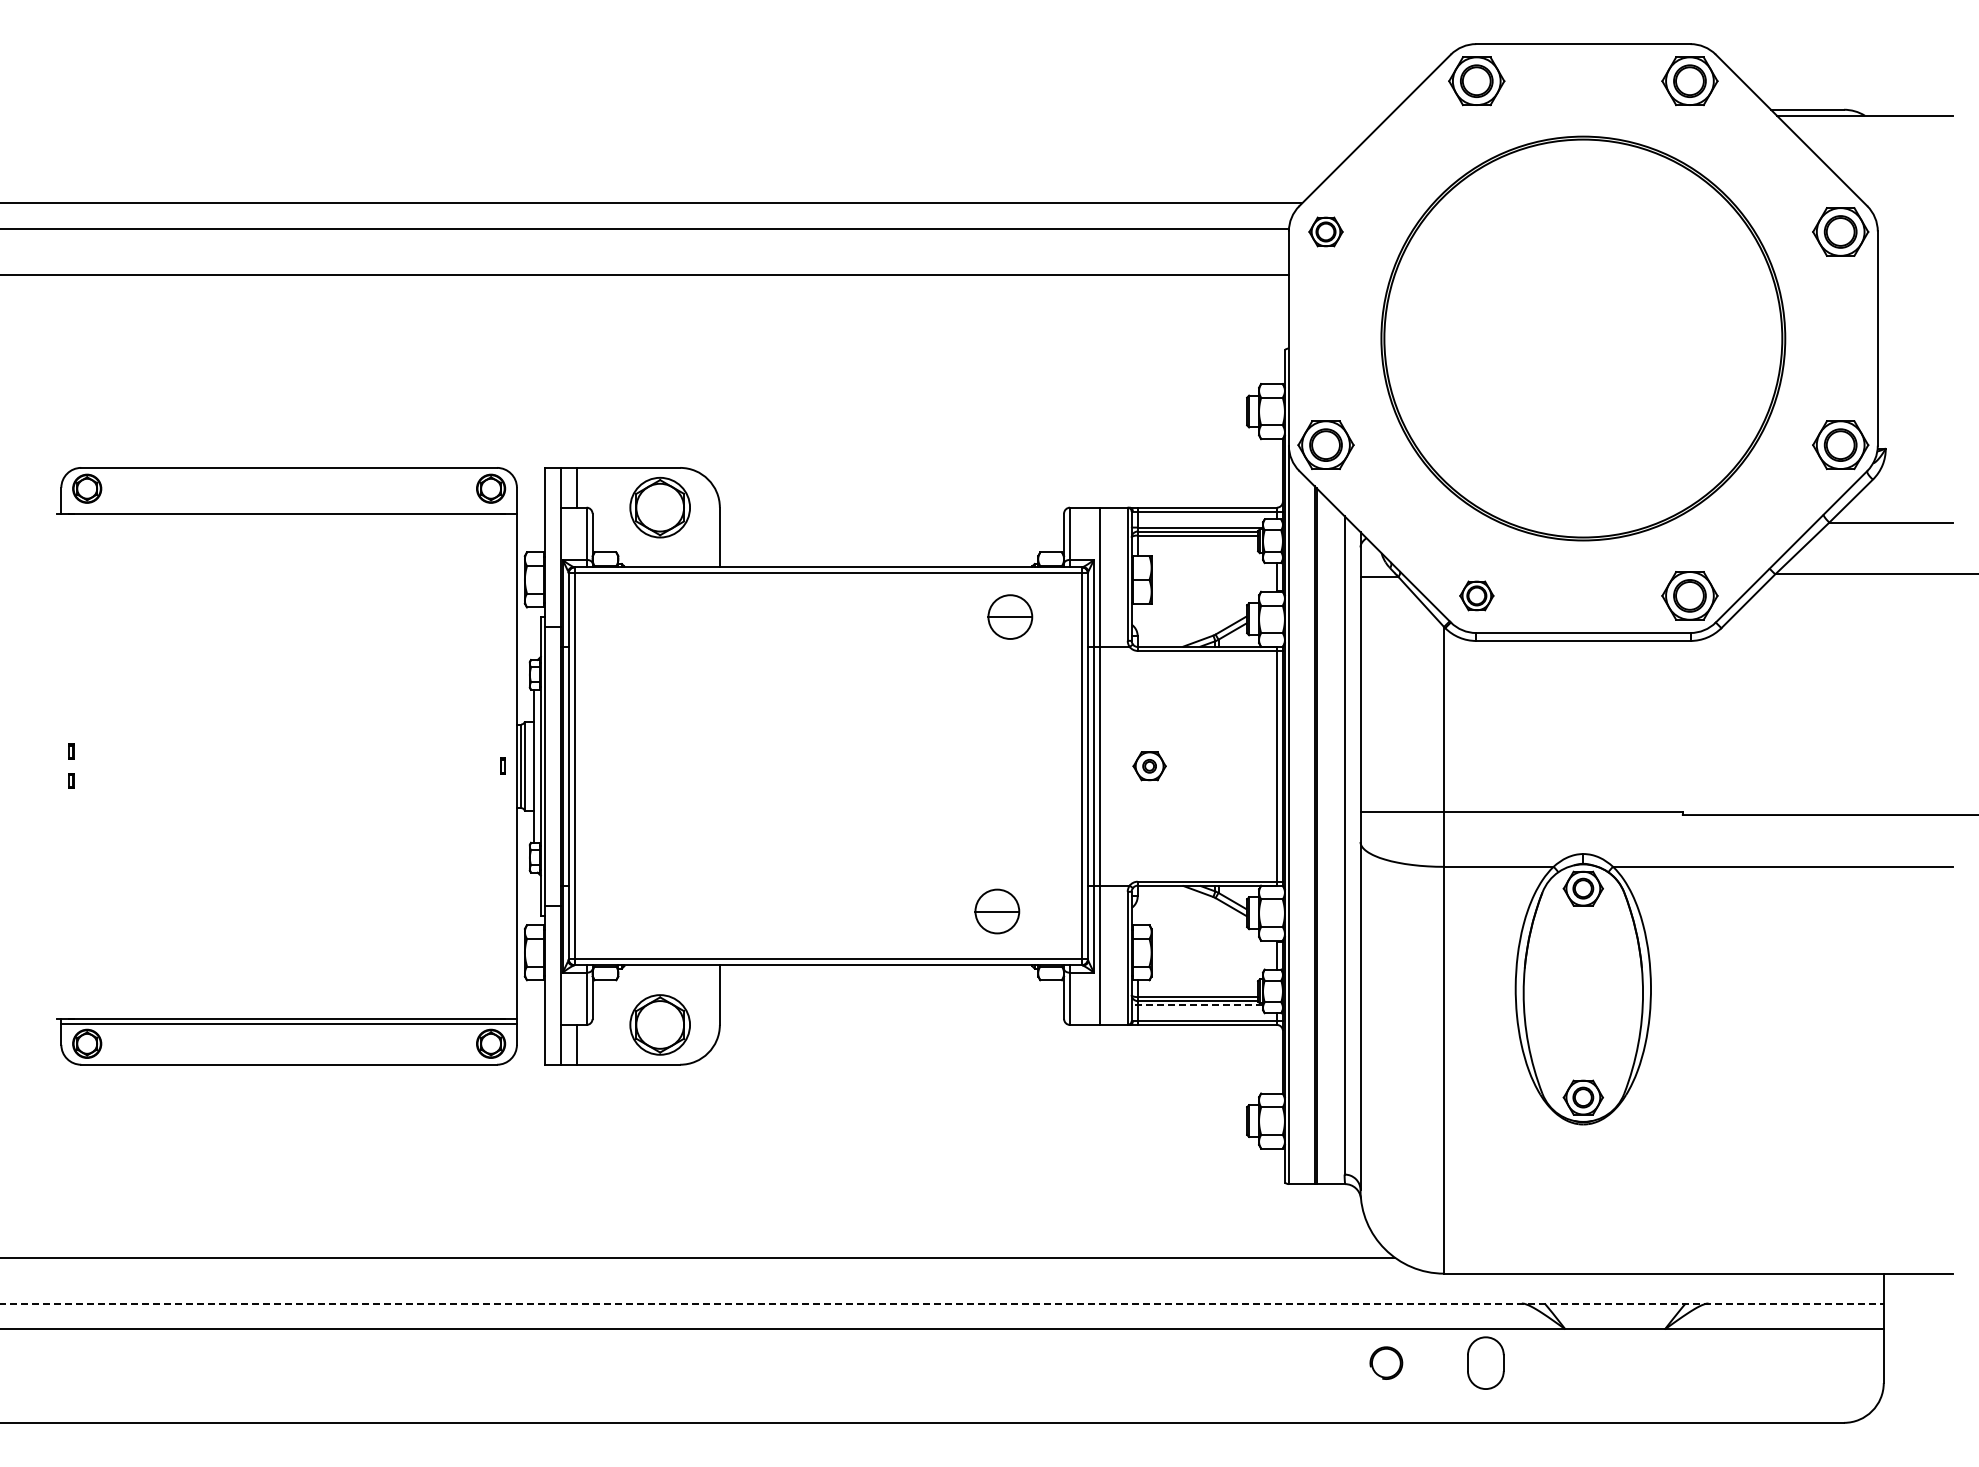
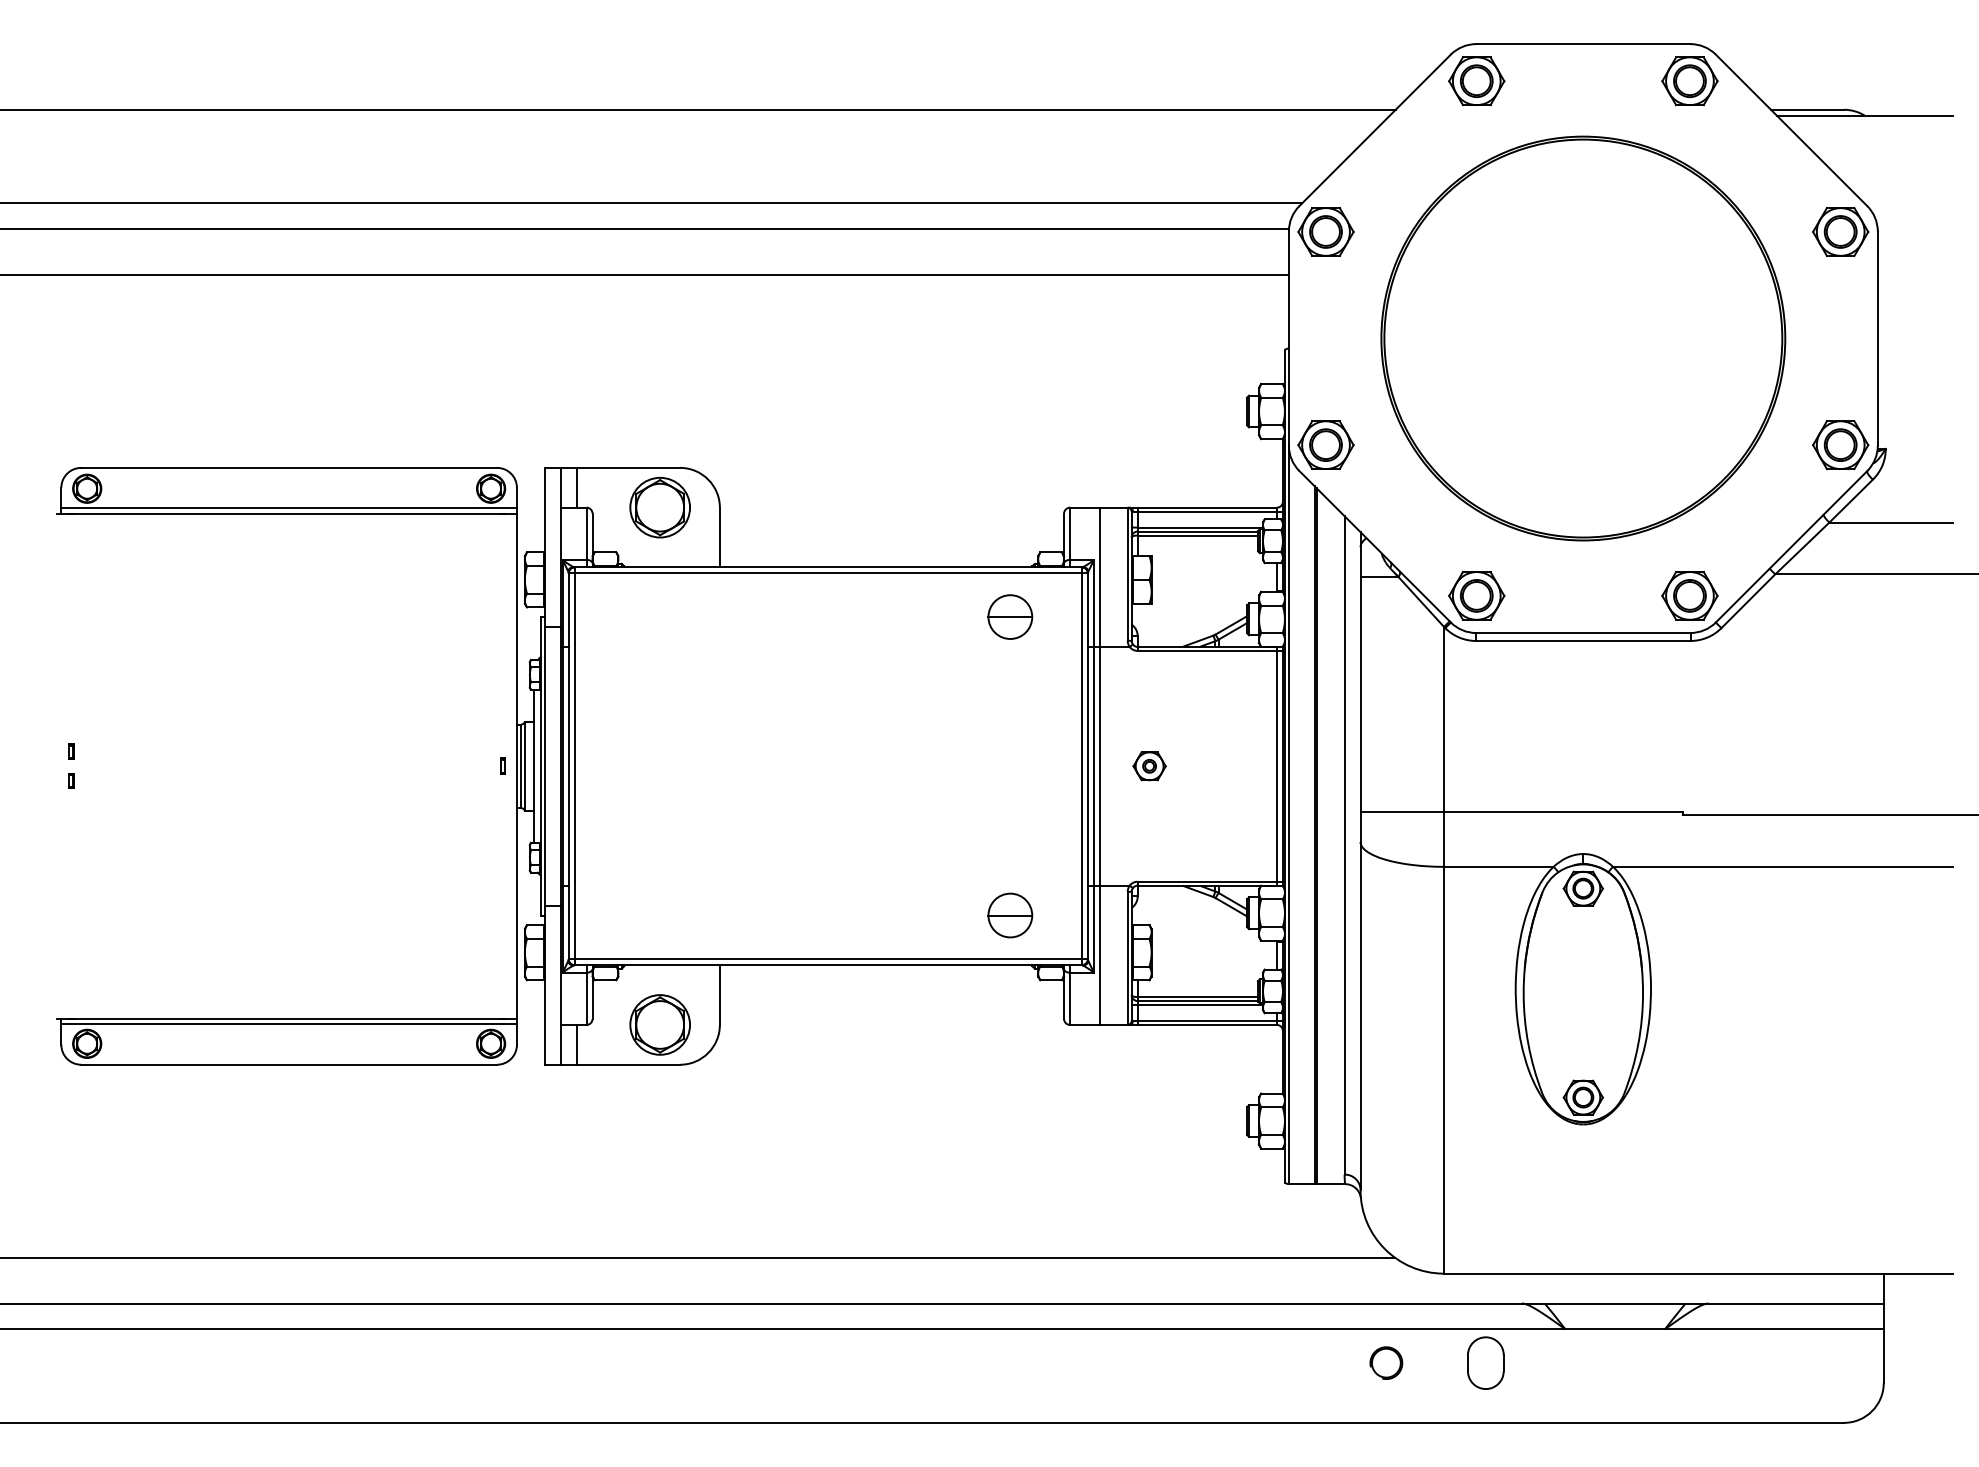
line at (698, 109): none -> present
part at (1325, 231) size: 36x32 px -> 58x50 px
line at (288, 508): none -> present
part at (1476, 595) size: 36x32 px -> 58x50 px
part at (997, 911) position: (997, 911) -> (1010, 915)
line at (1197, 1005): dashed -> solid
line at (941, 1303): dashed -> solid
